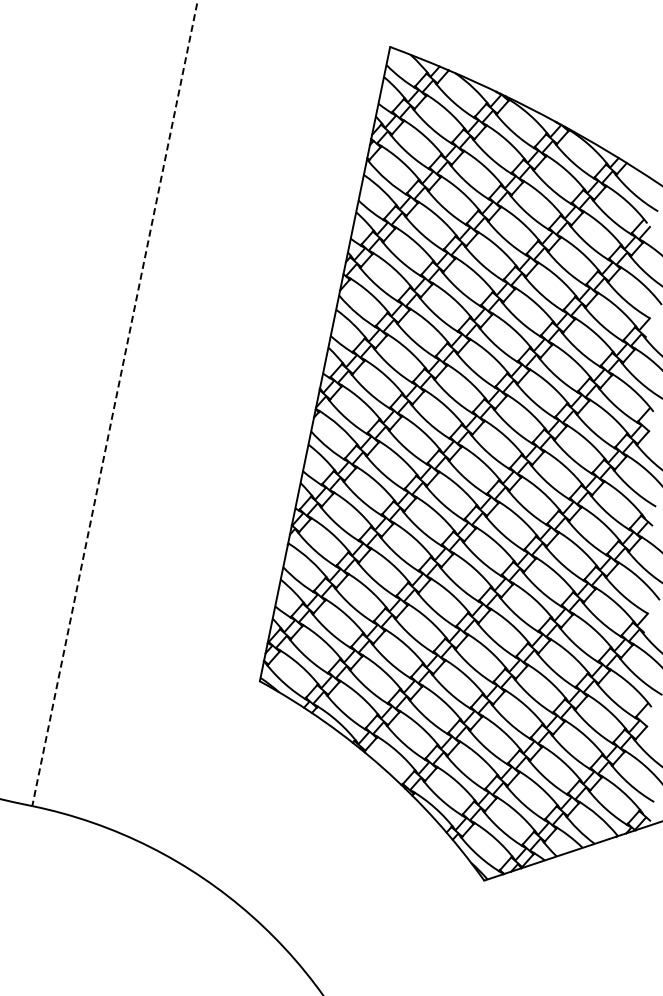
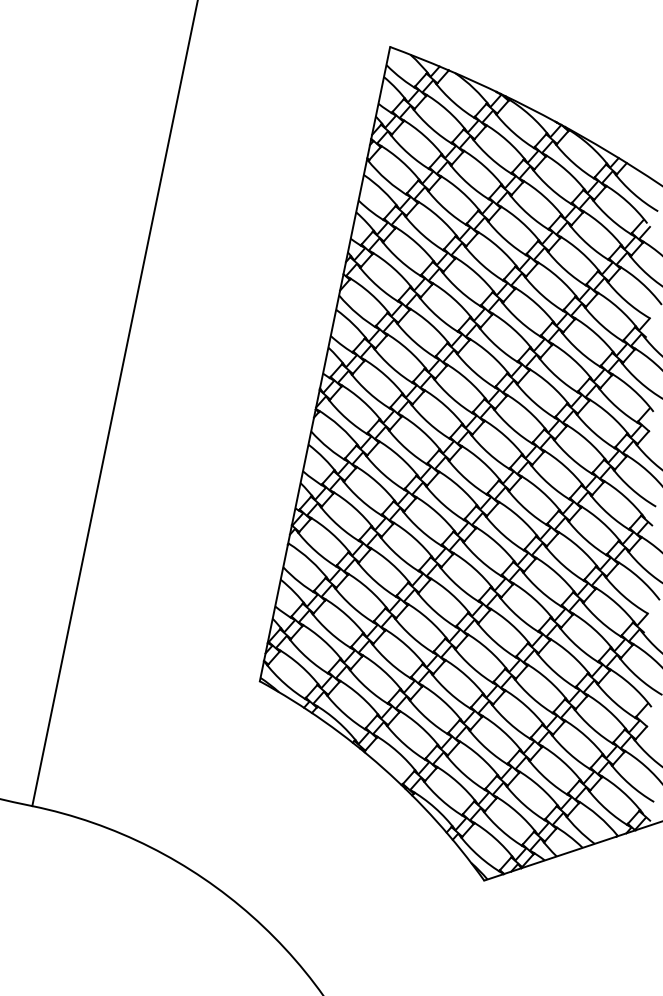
line at (114, 403): dashed -> solid
